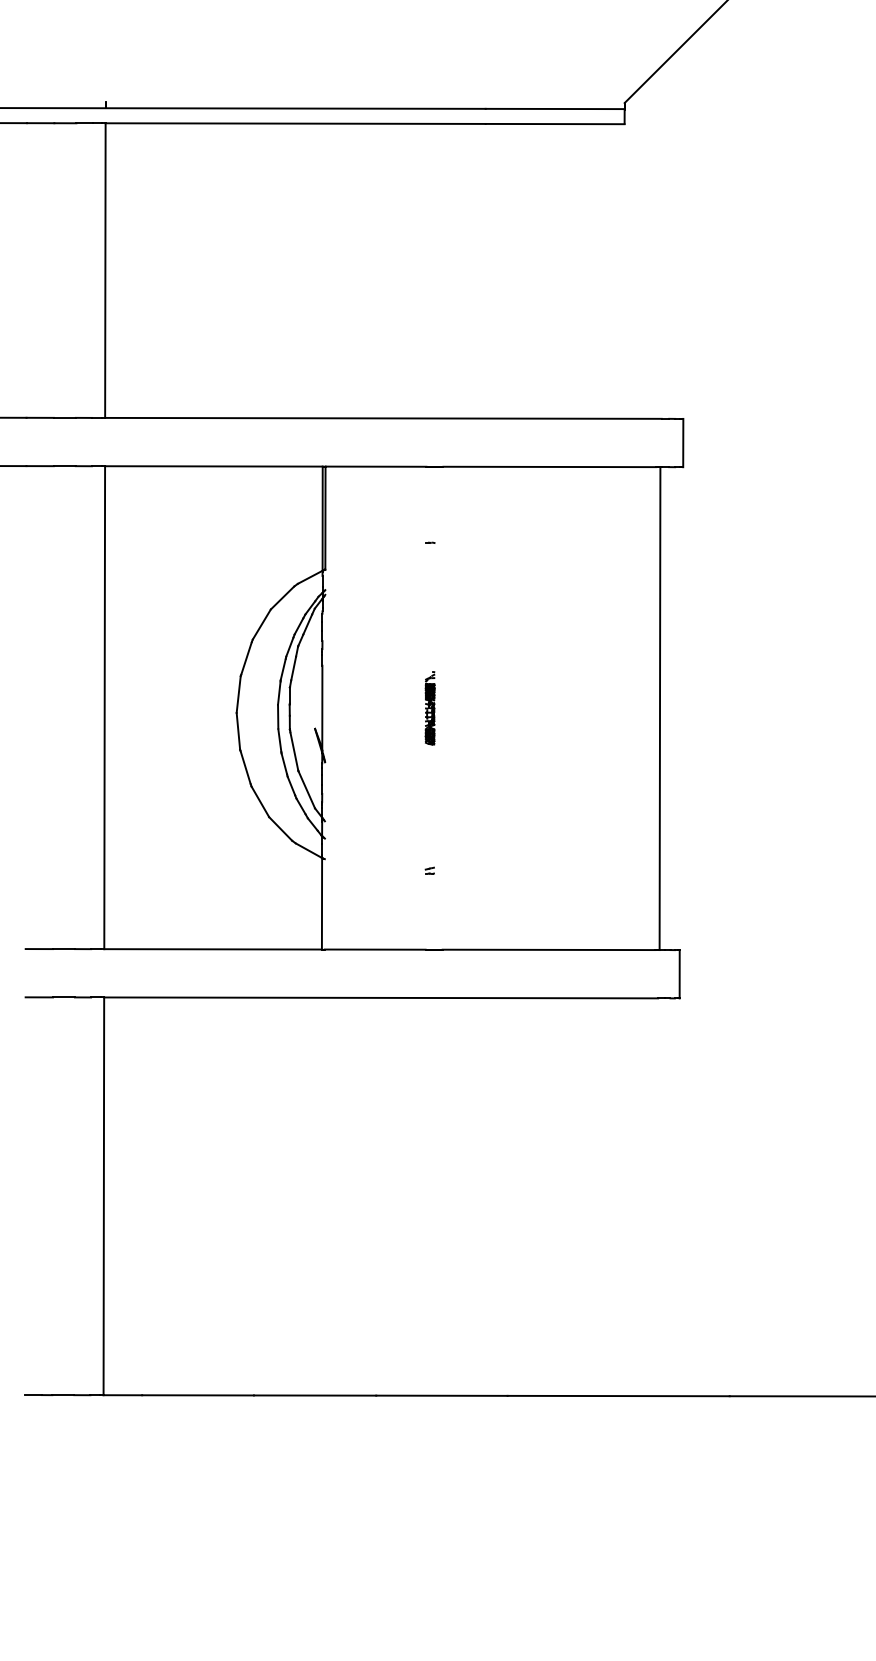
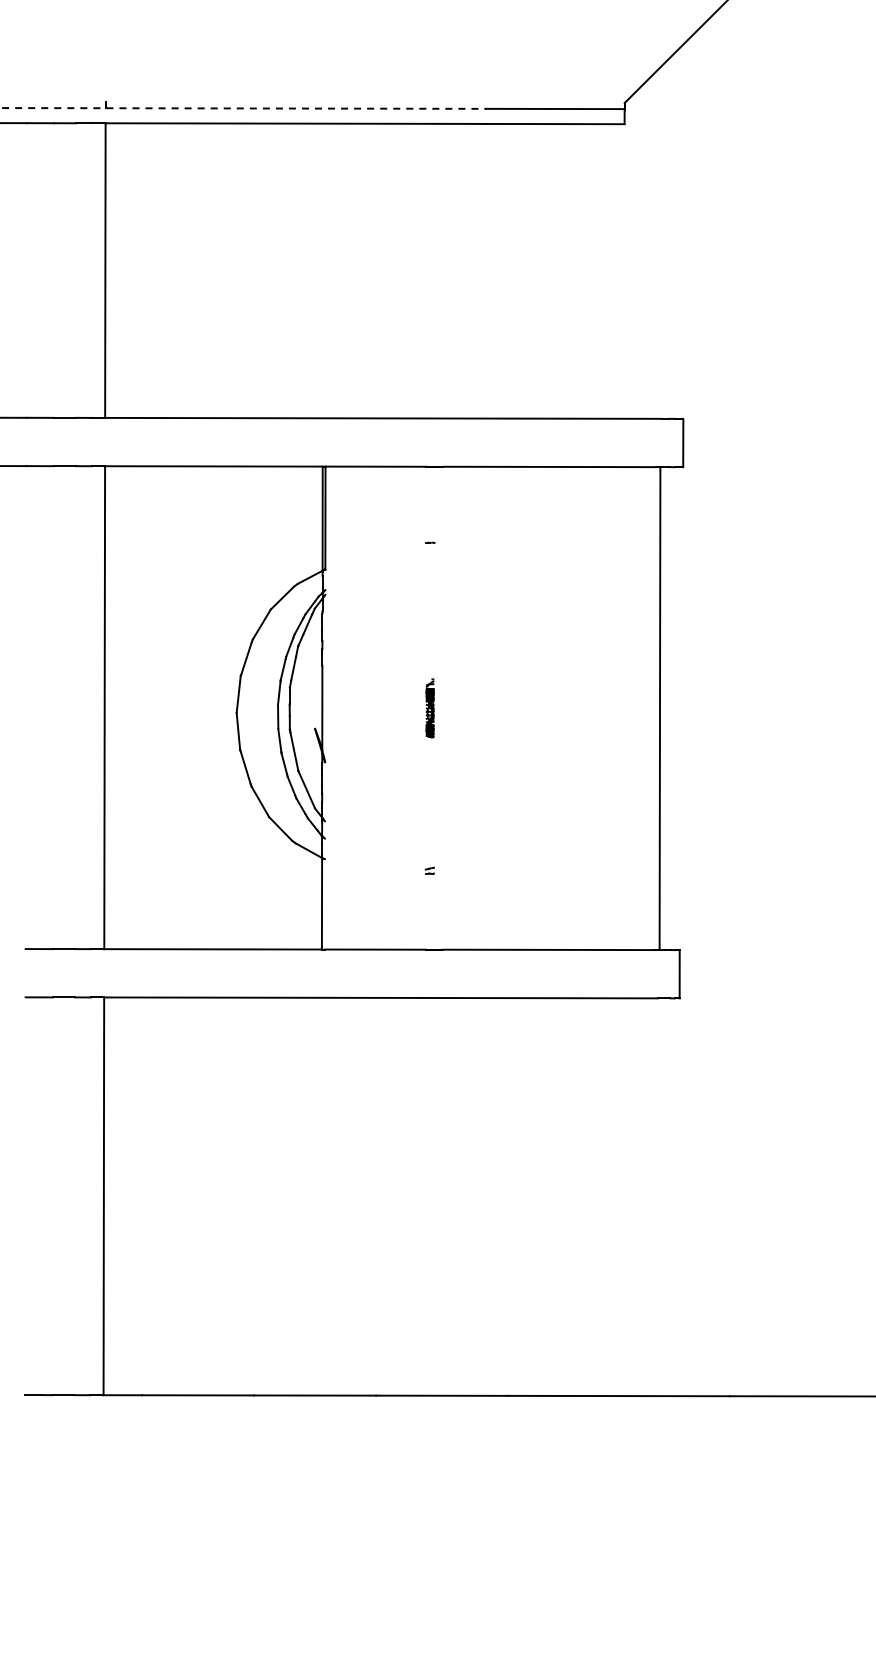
line at (243, 108): solid -> dashed
part at (429, 708) size: 12x75 px -> 10x61 px
